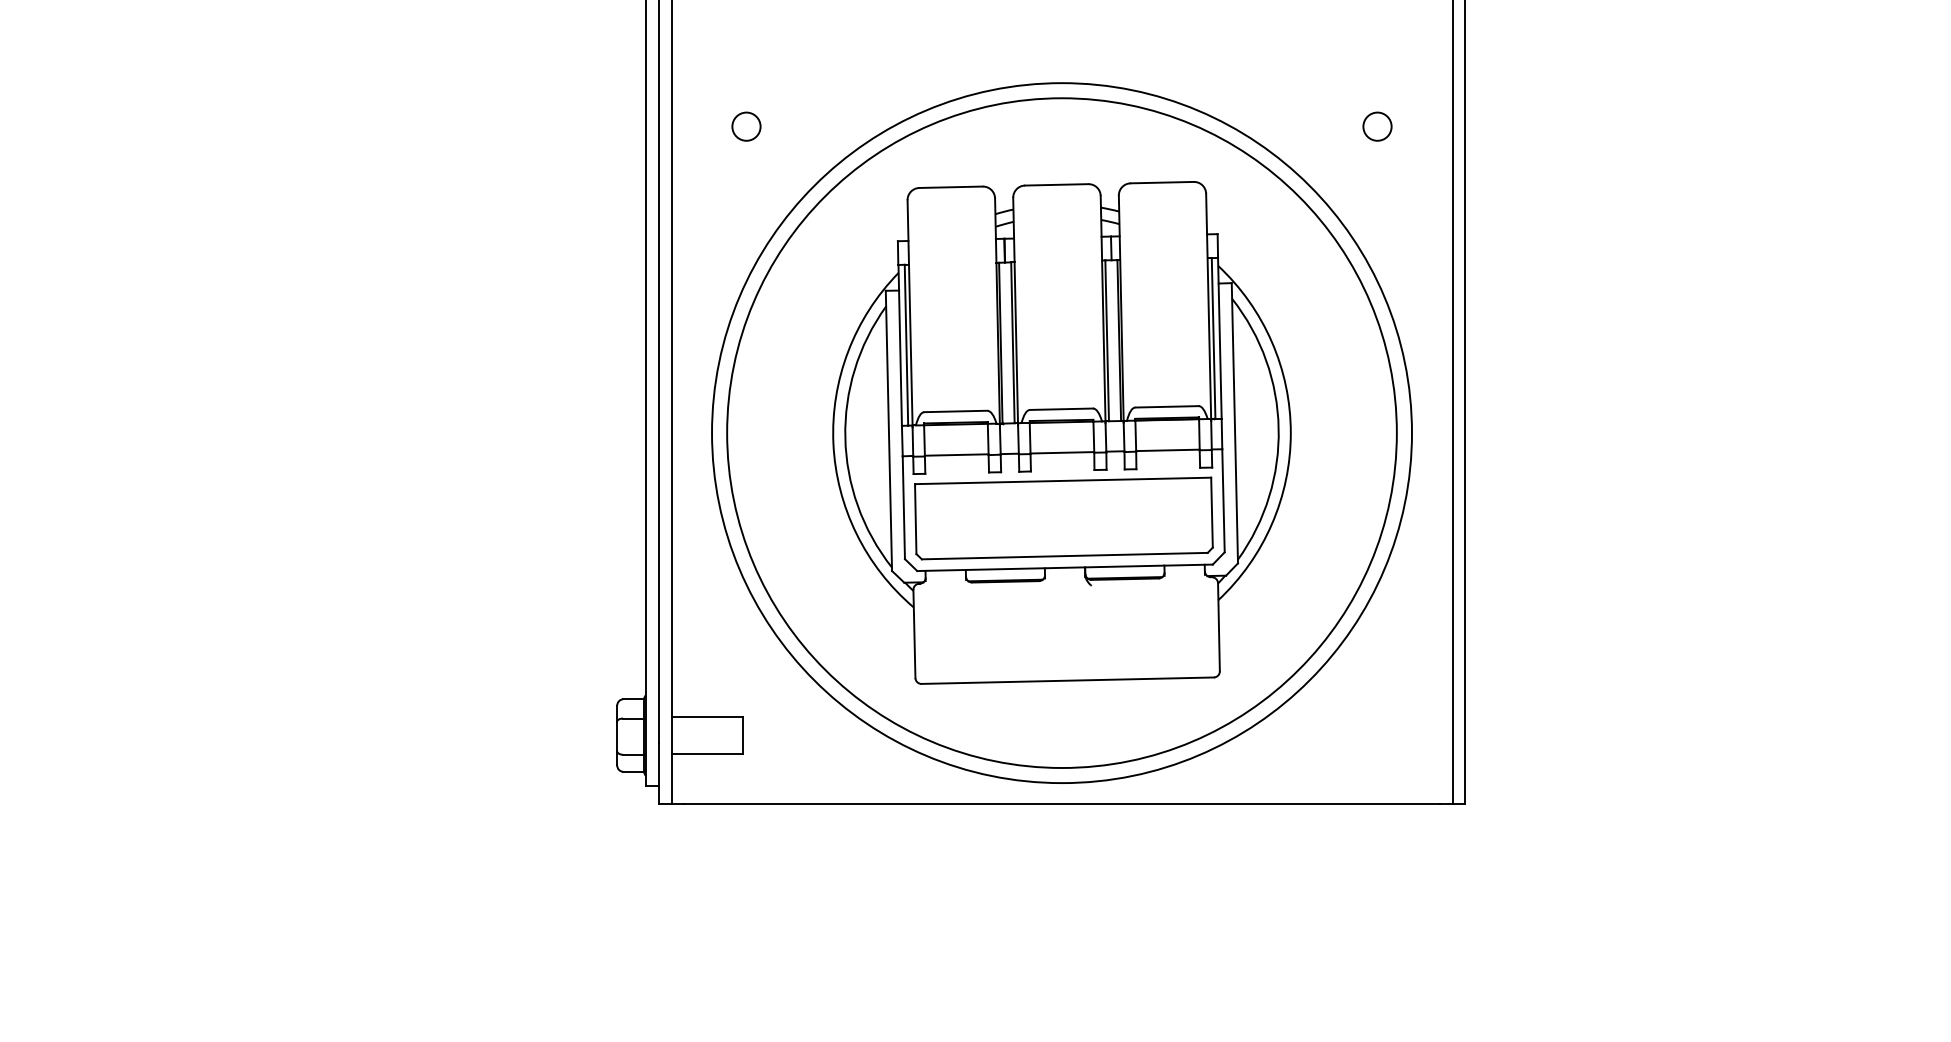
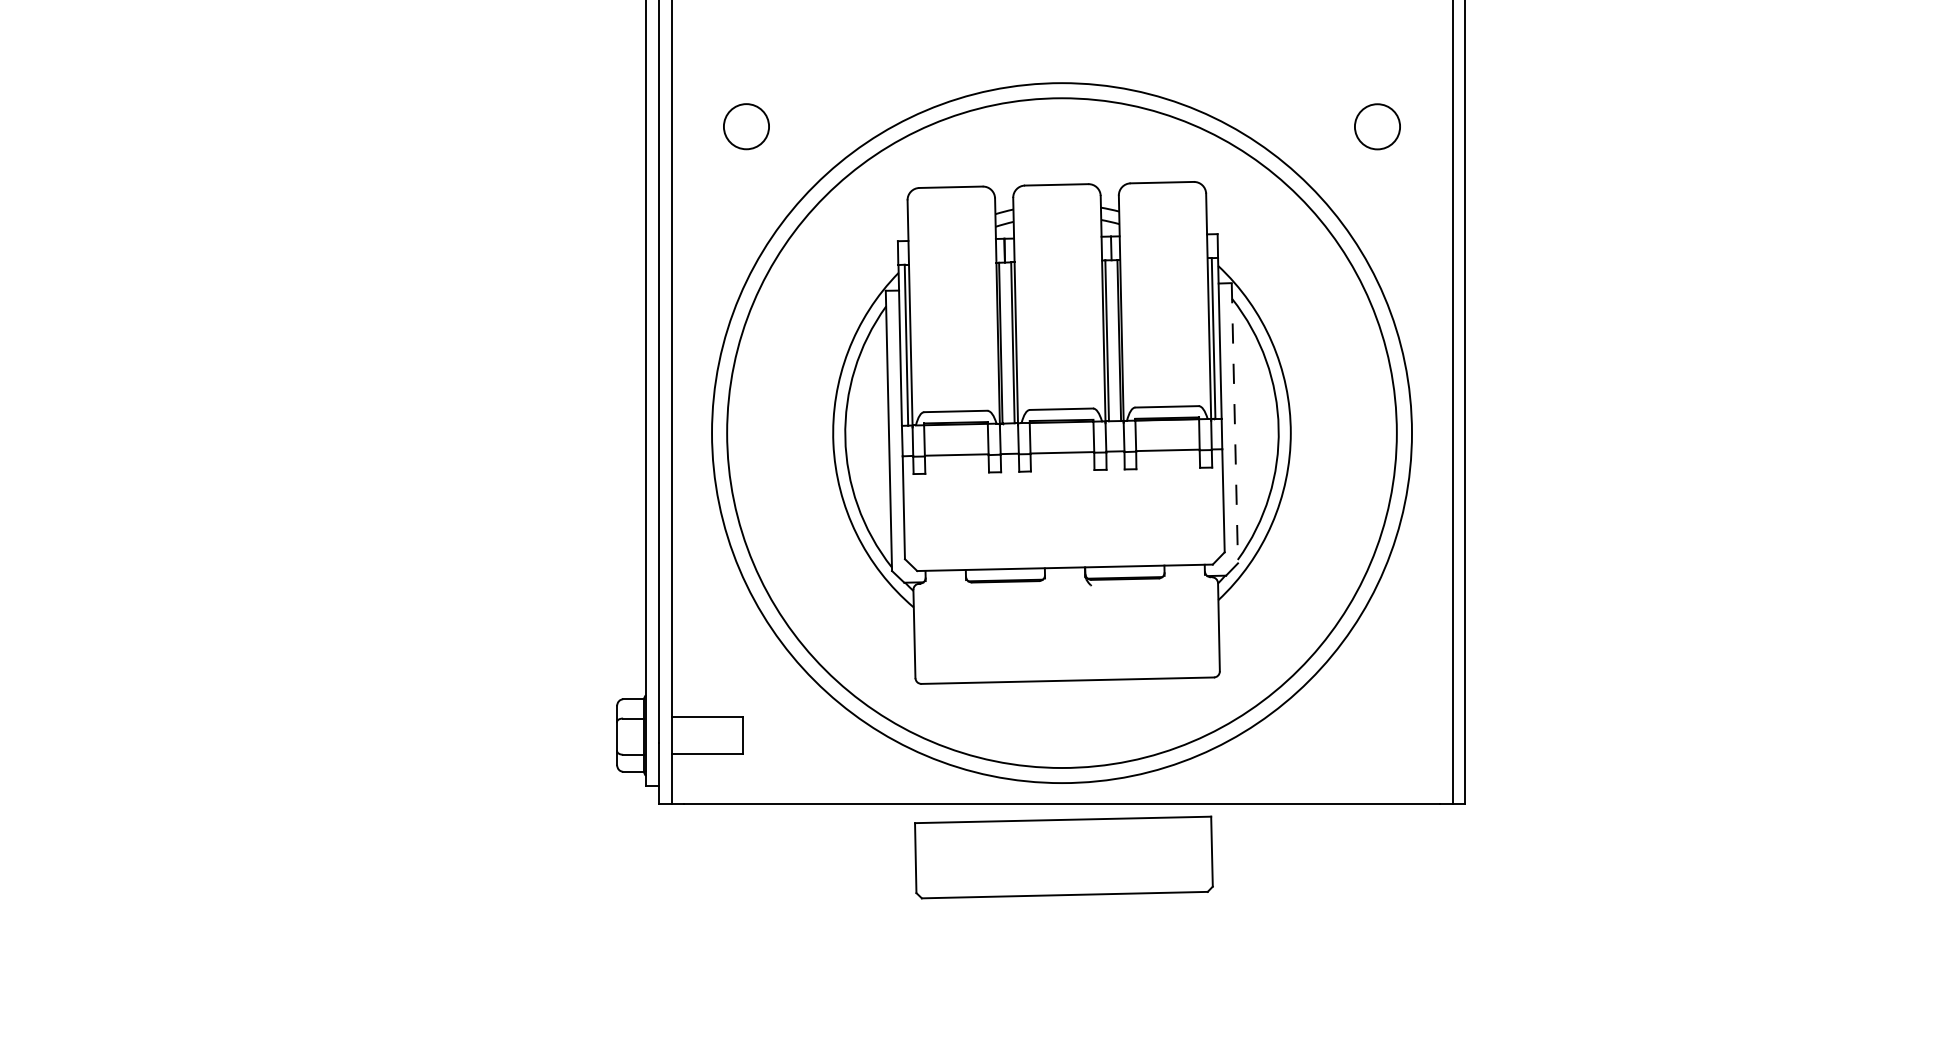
circle at (746, 126) diameter: 28 px -> 45 px
circle at (1377, 126) size: 31x31 px -> 47x48 px
line at (1234, 423): solid -> dashed
part at (1063, 518) position: (1063, 518) -> (1063, 857)
